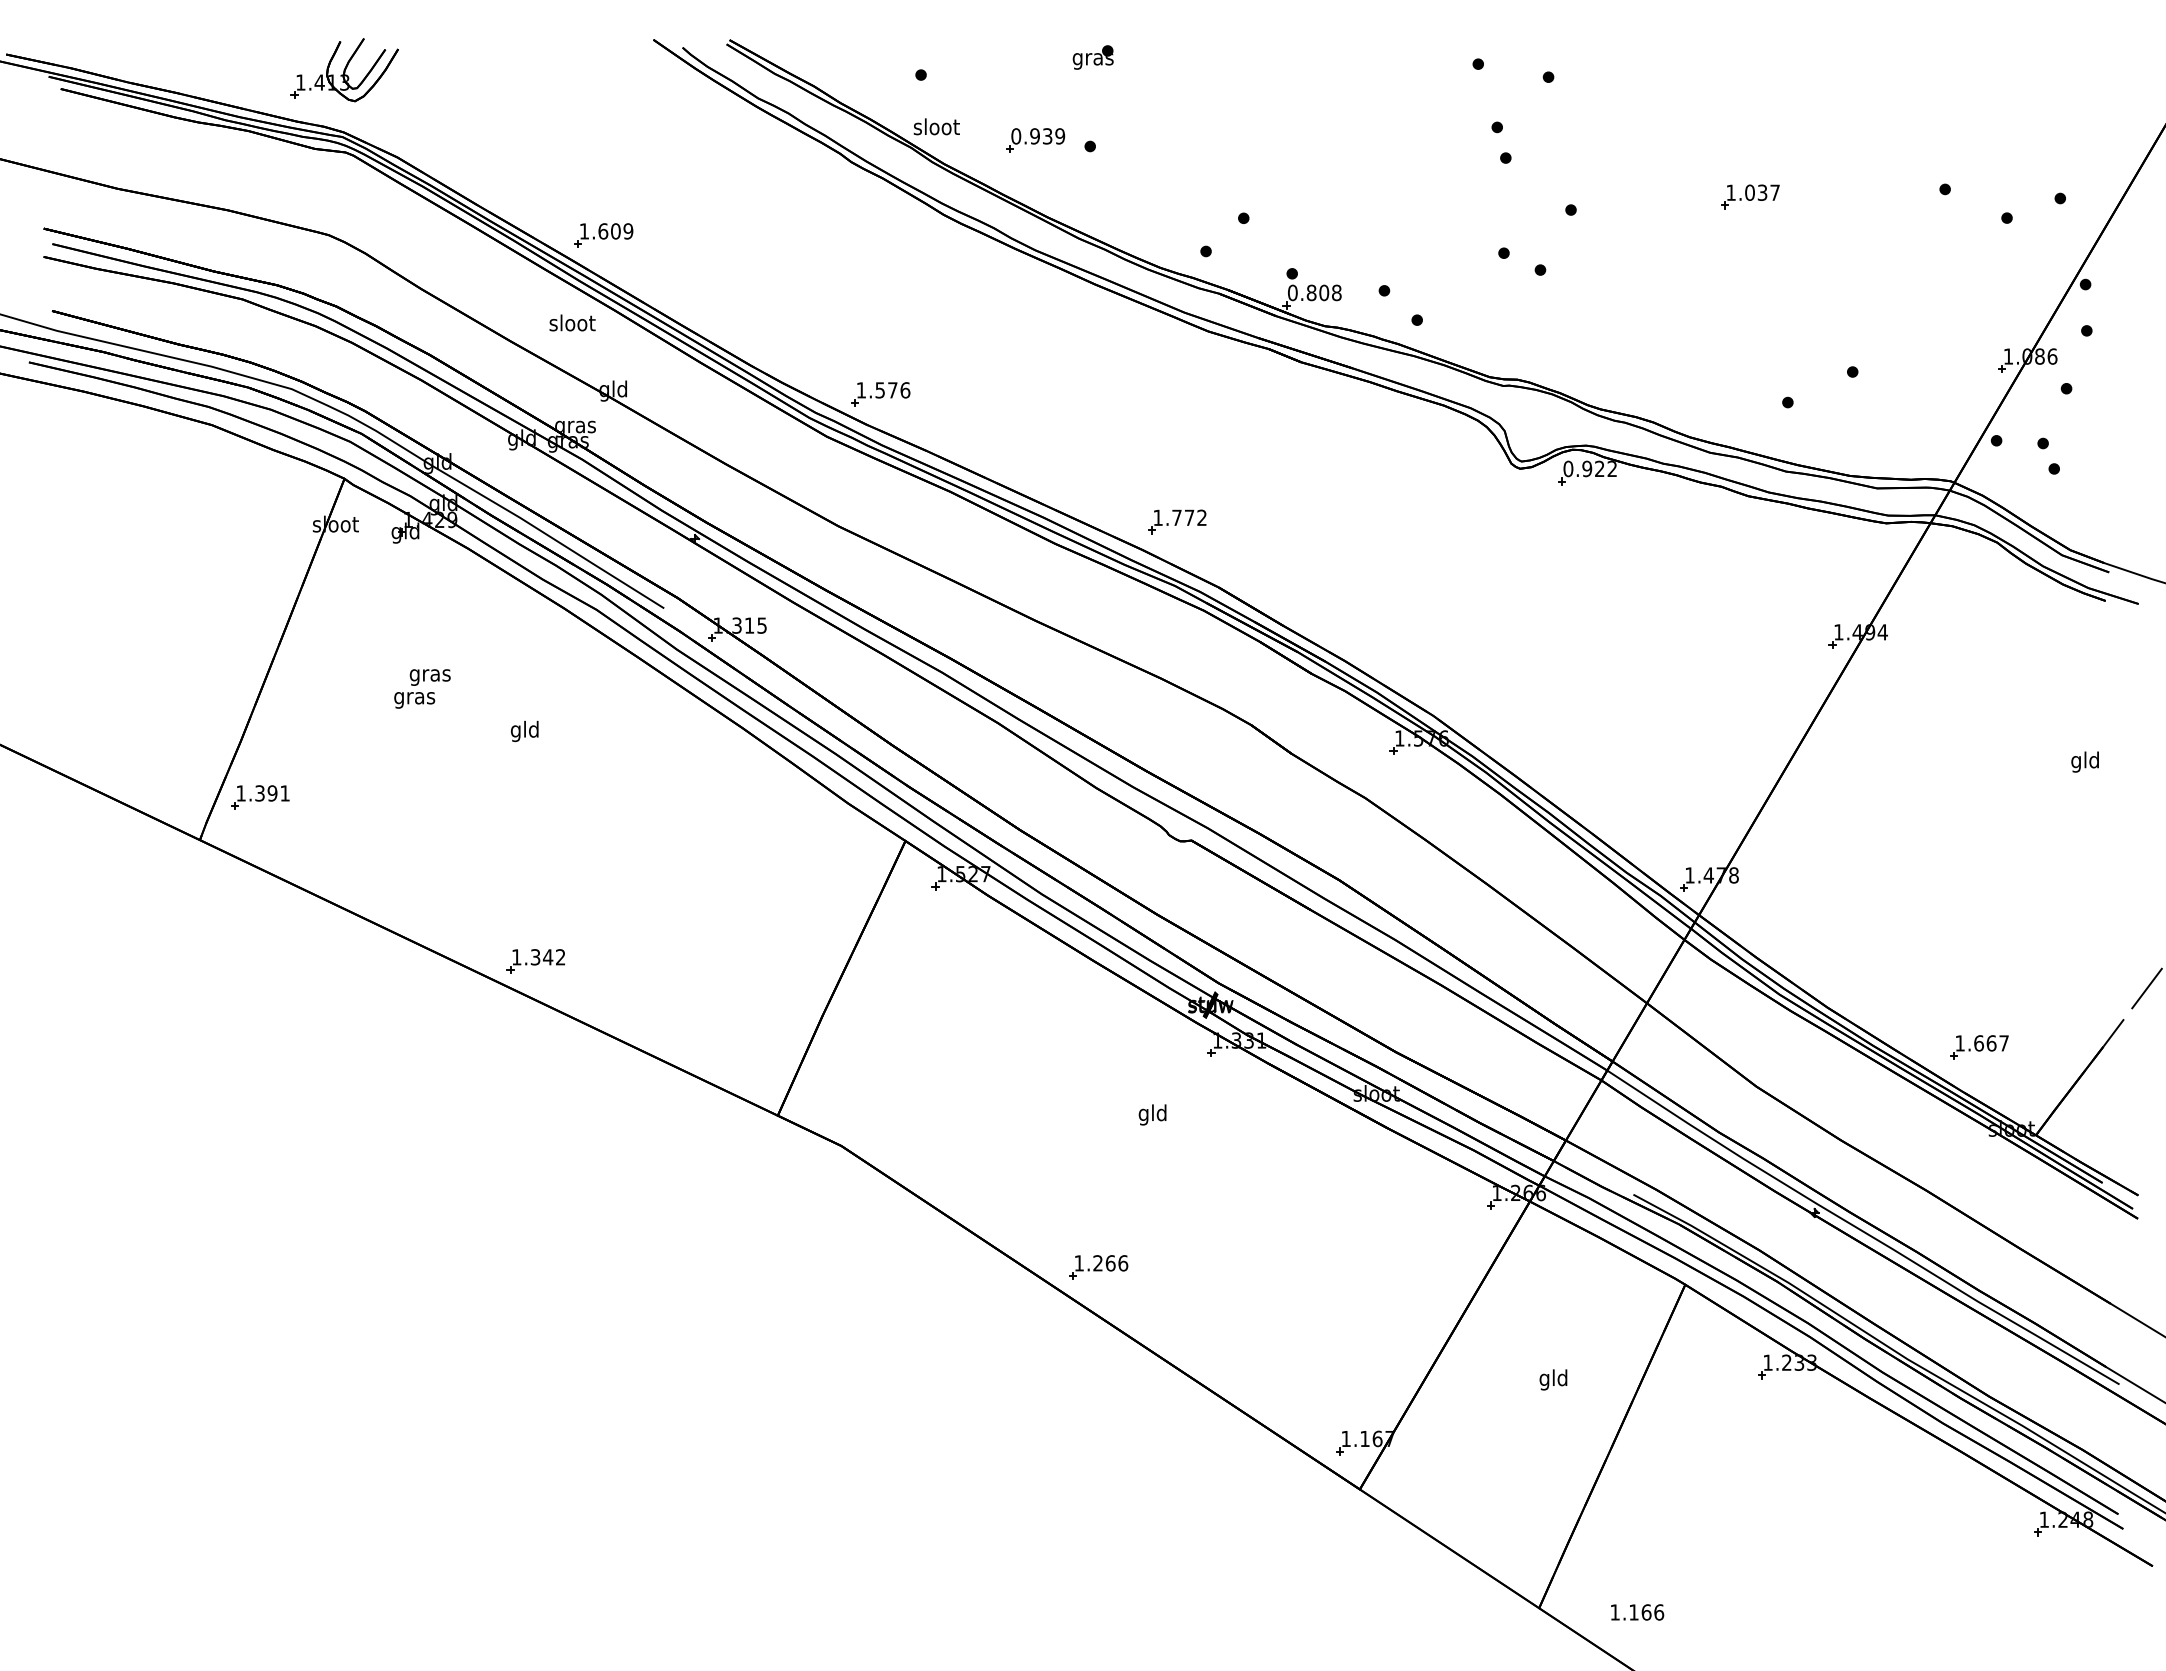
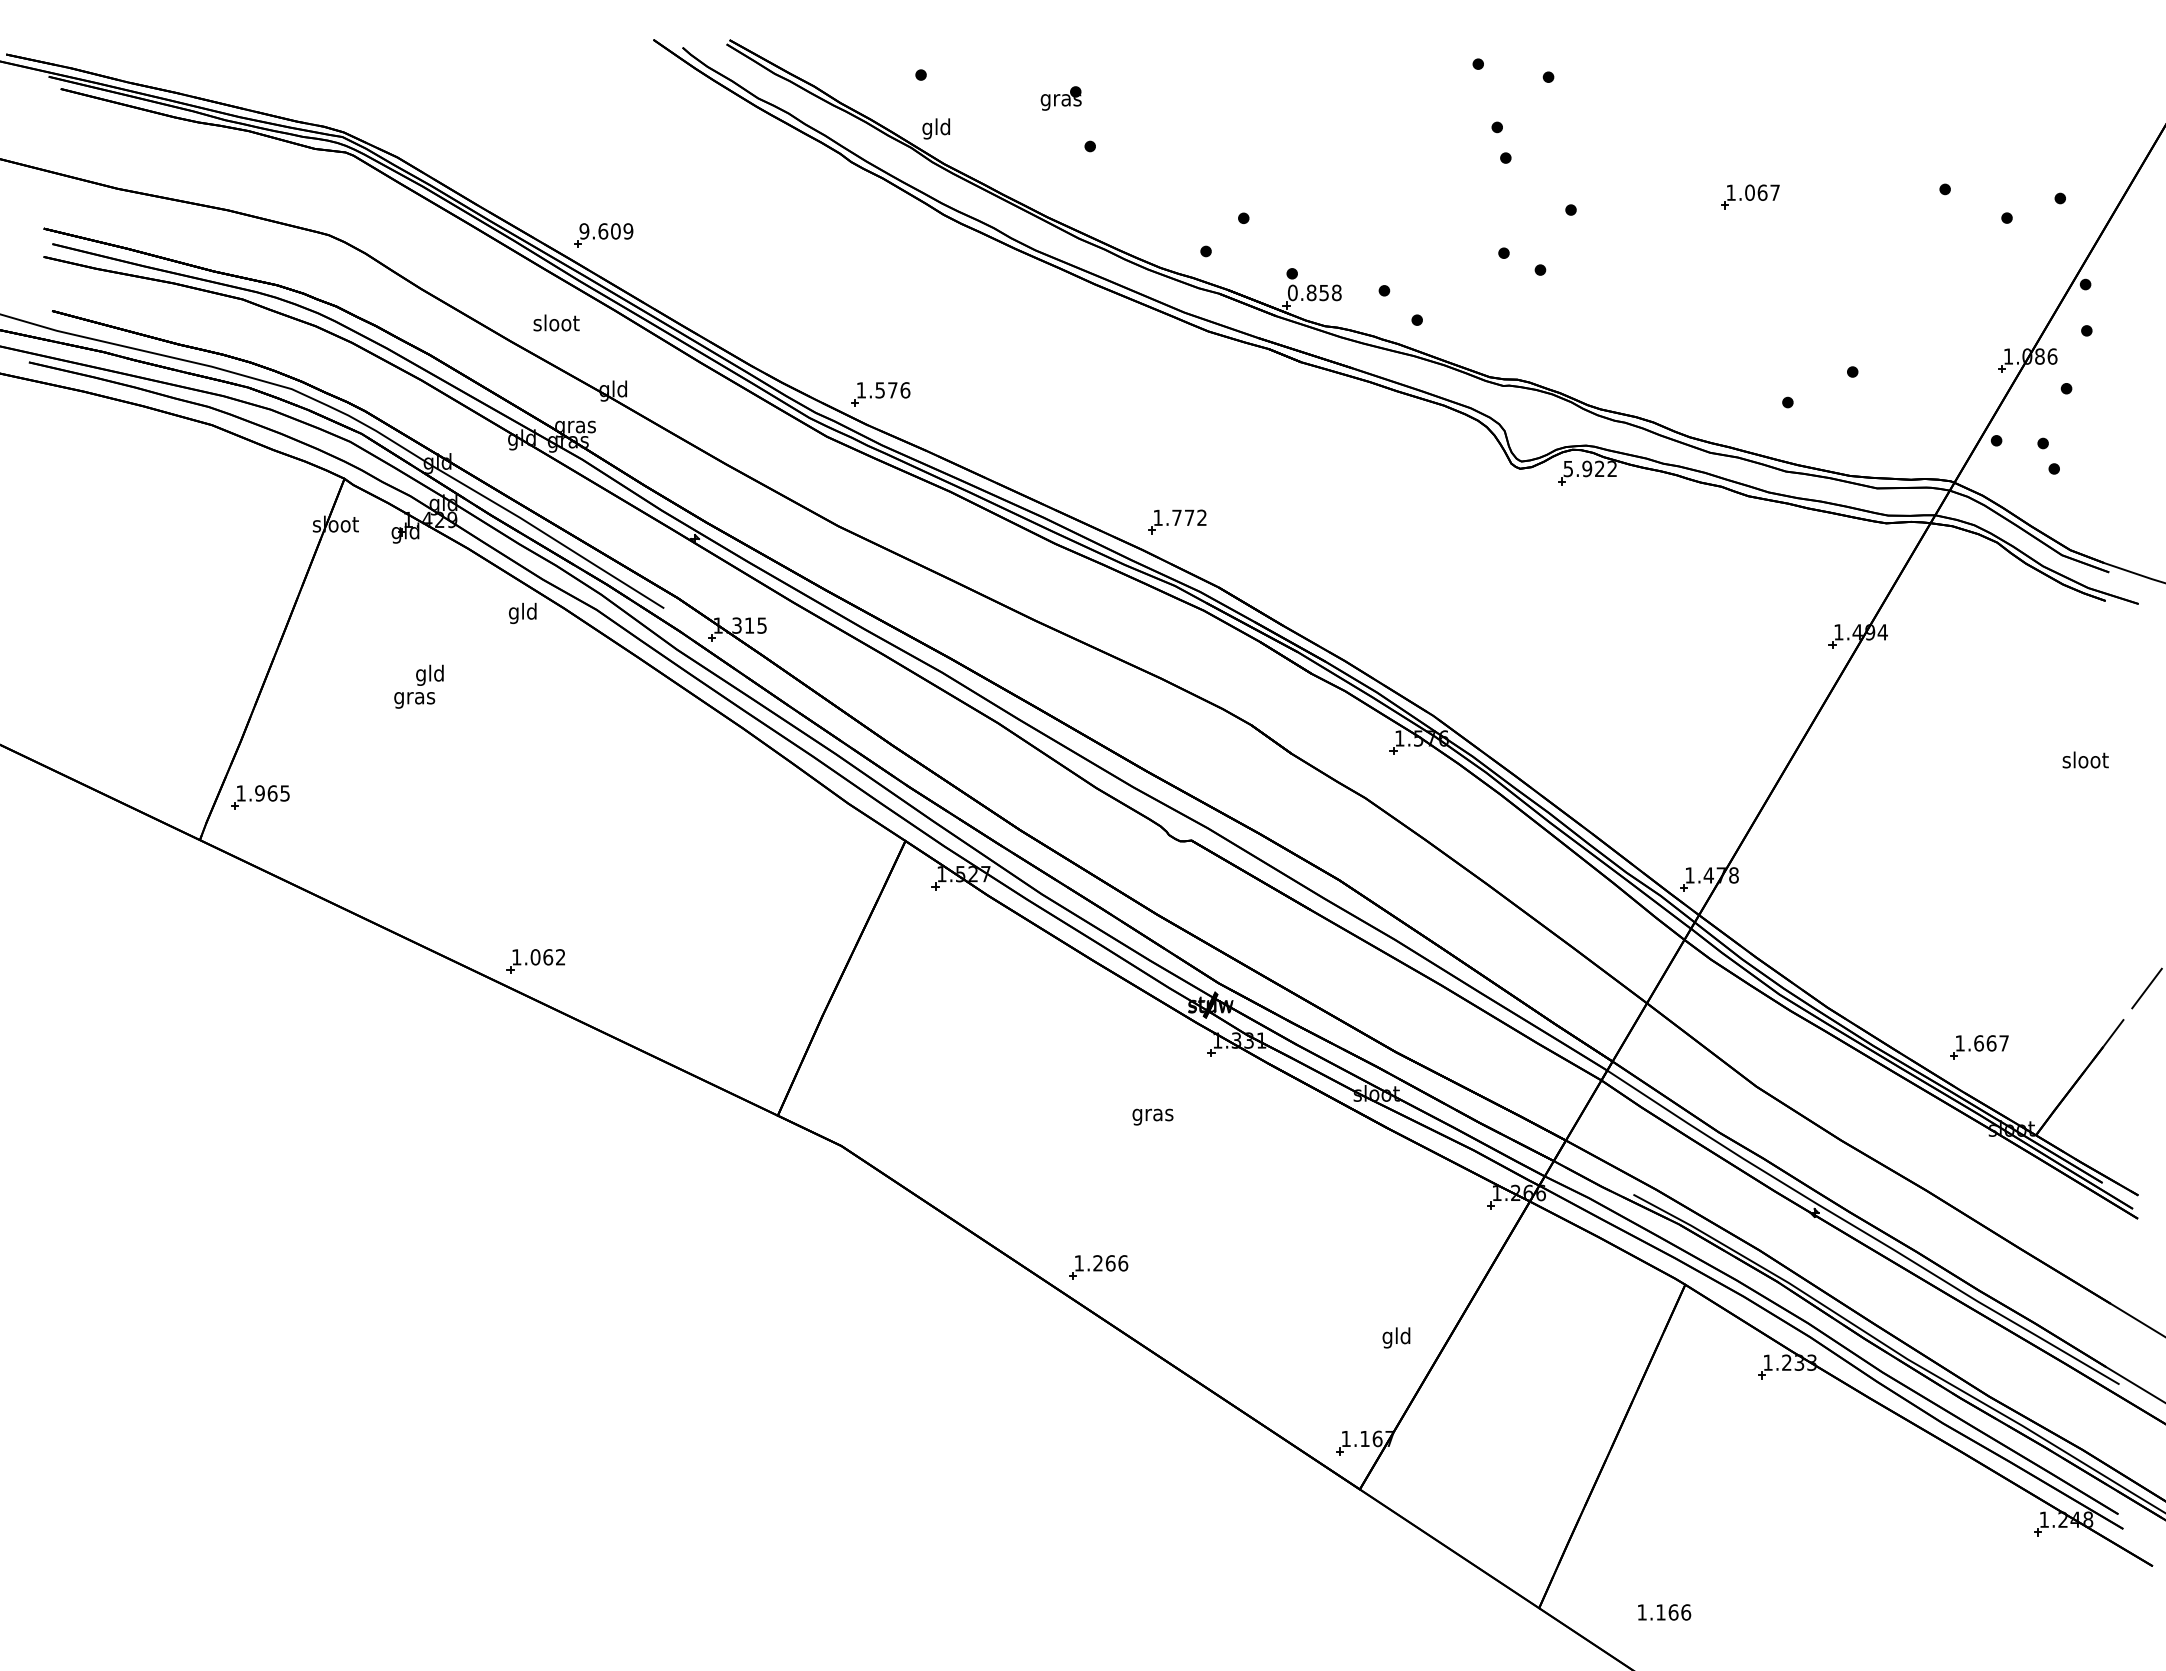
part at (1092, 57) position: (1092, 57) -> (1060, 98)
part at (344, 70): present -> none
text at (936, 128): sloot -> gld
part at (1035, 140): present -> none
text at (1762, 192): 1.037 -> 1.067
text at (584, 231): 1.609 -> 9.609
text at (1324, 292): 0.808 -> 0.858
text at (572, 322) position: (572, 322) -> (556, 322)
text at (1568, 468): 0.922 -> 5.922
text at (429, 674): gras -> gld
text at (524, 730) position: (524, 730) -> (522, 612)
text at (2085, 761): gld -> sloot
text at (272, 793): 1.391 -> 1.965
text at (541, 957): 1.342 -> 1.062
text at (1152, 1114): gld -> gras
text at (1553, 1379) position: (1553, 1379) -> (1396, 1337)
text at (1637, 1612) position: (1637, 1612) -> (1664, 1612)
